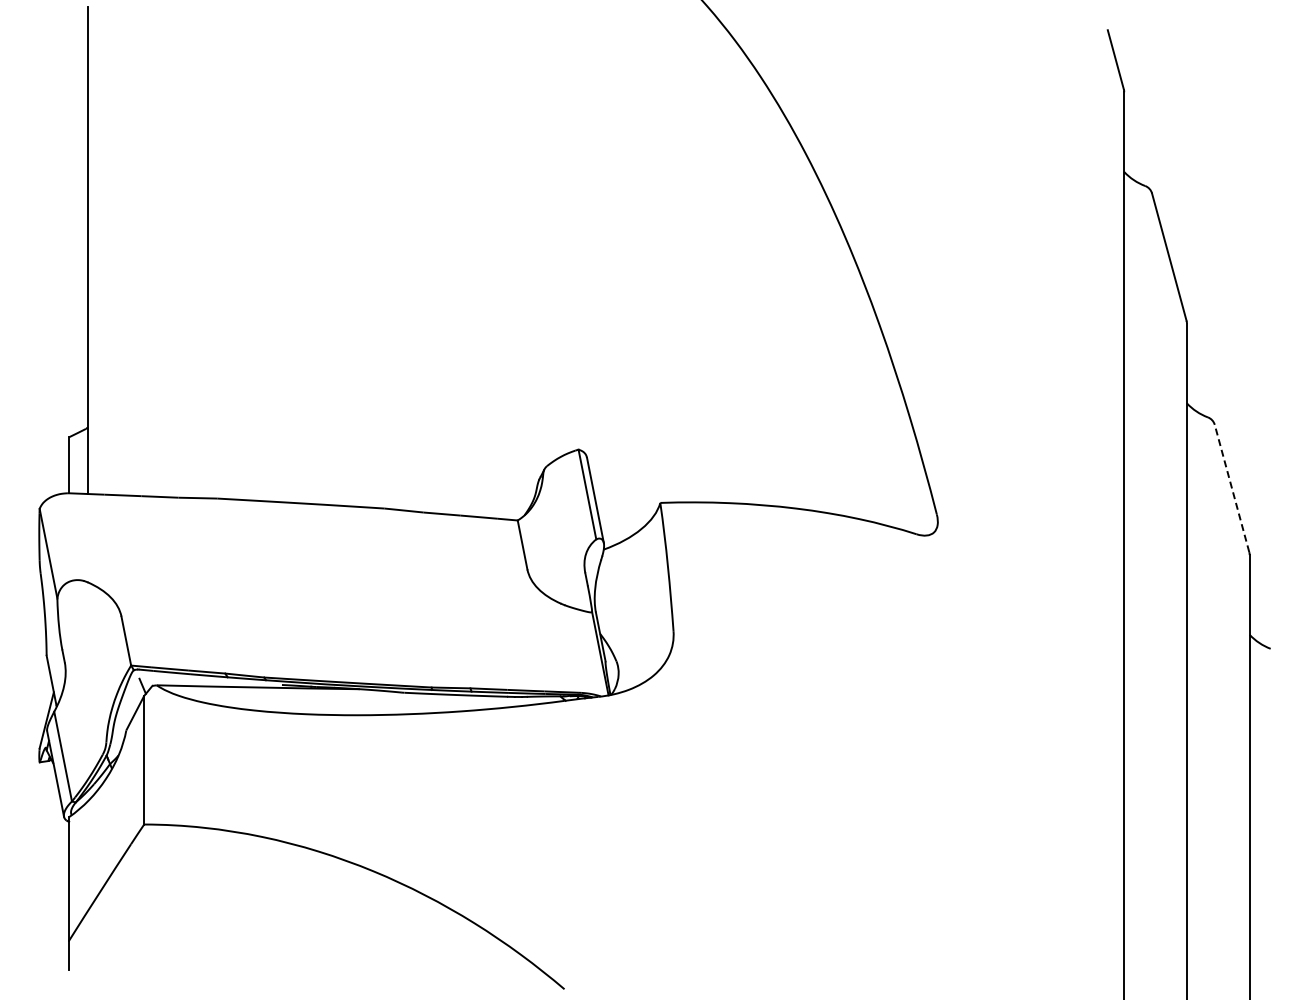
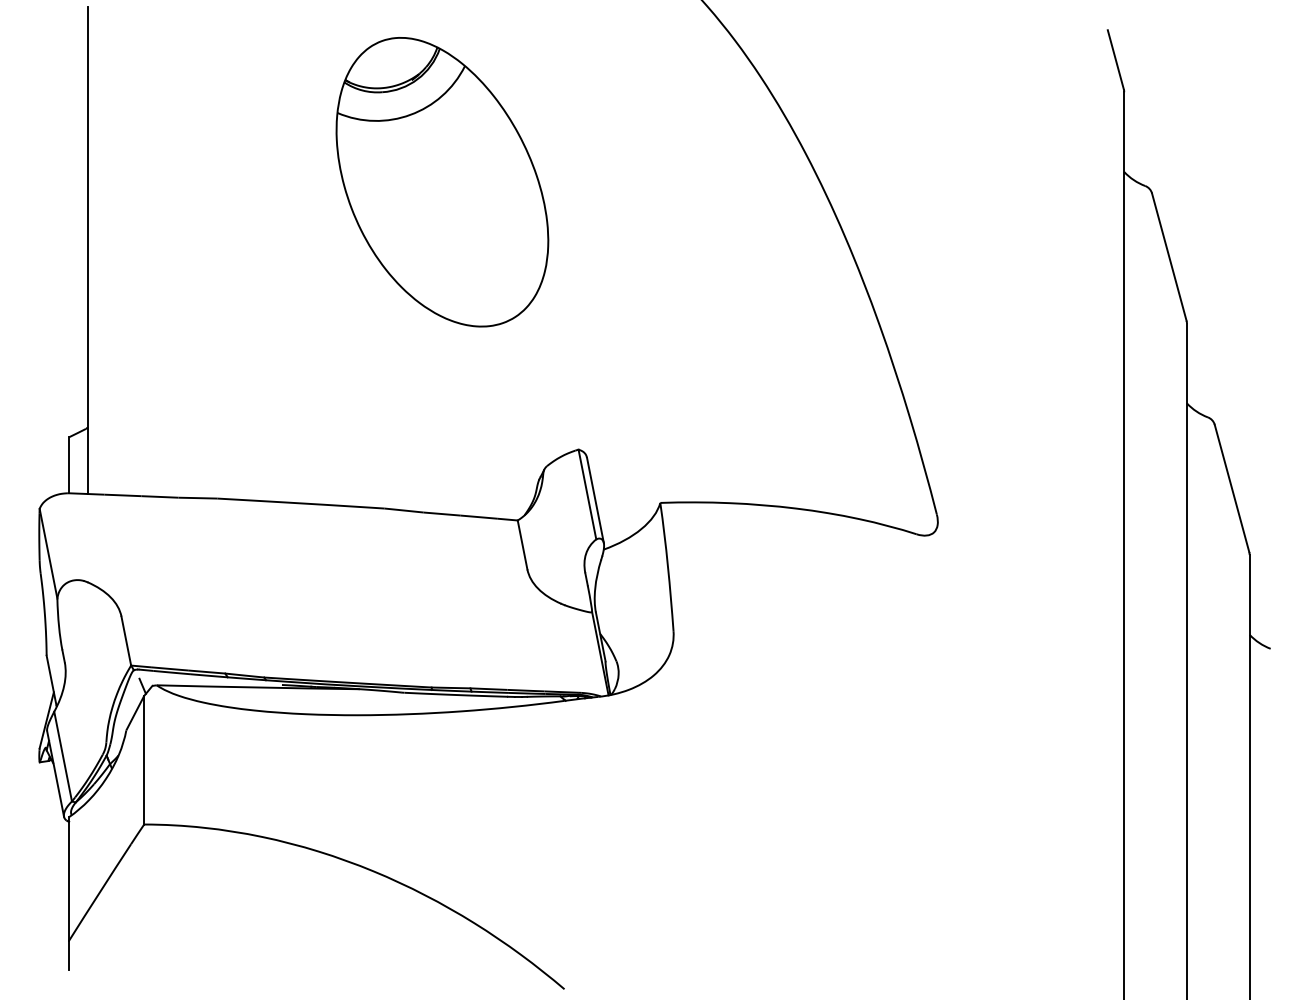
part at (442, 182): none -> present
line at (1232, 488): dashed -> solid
